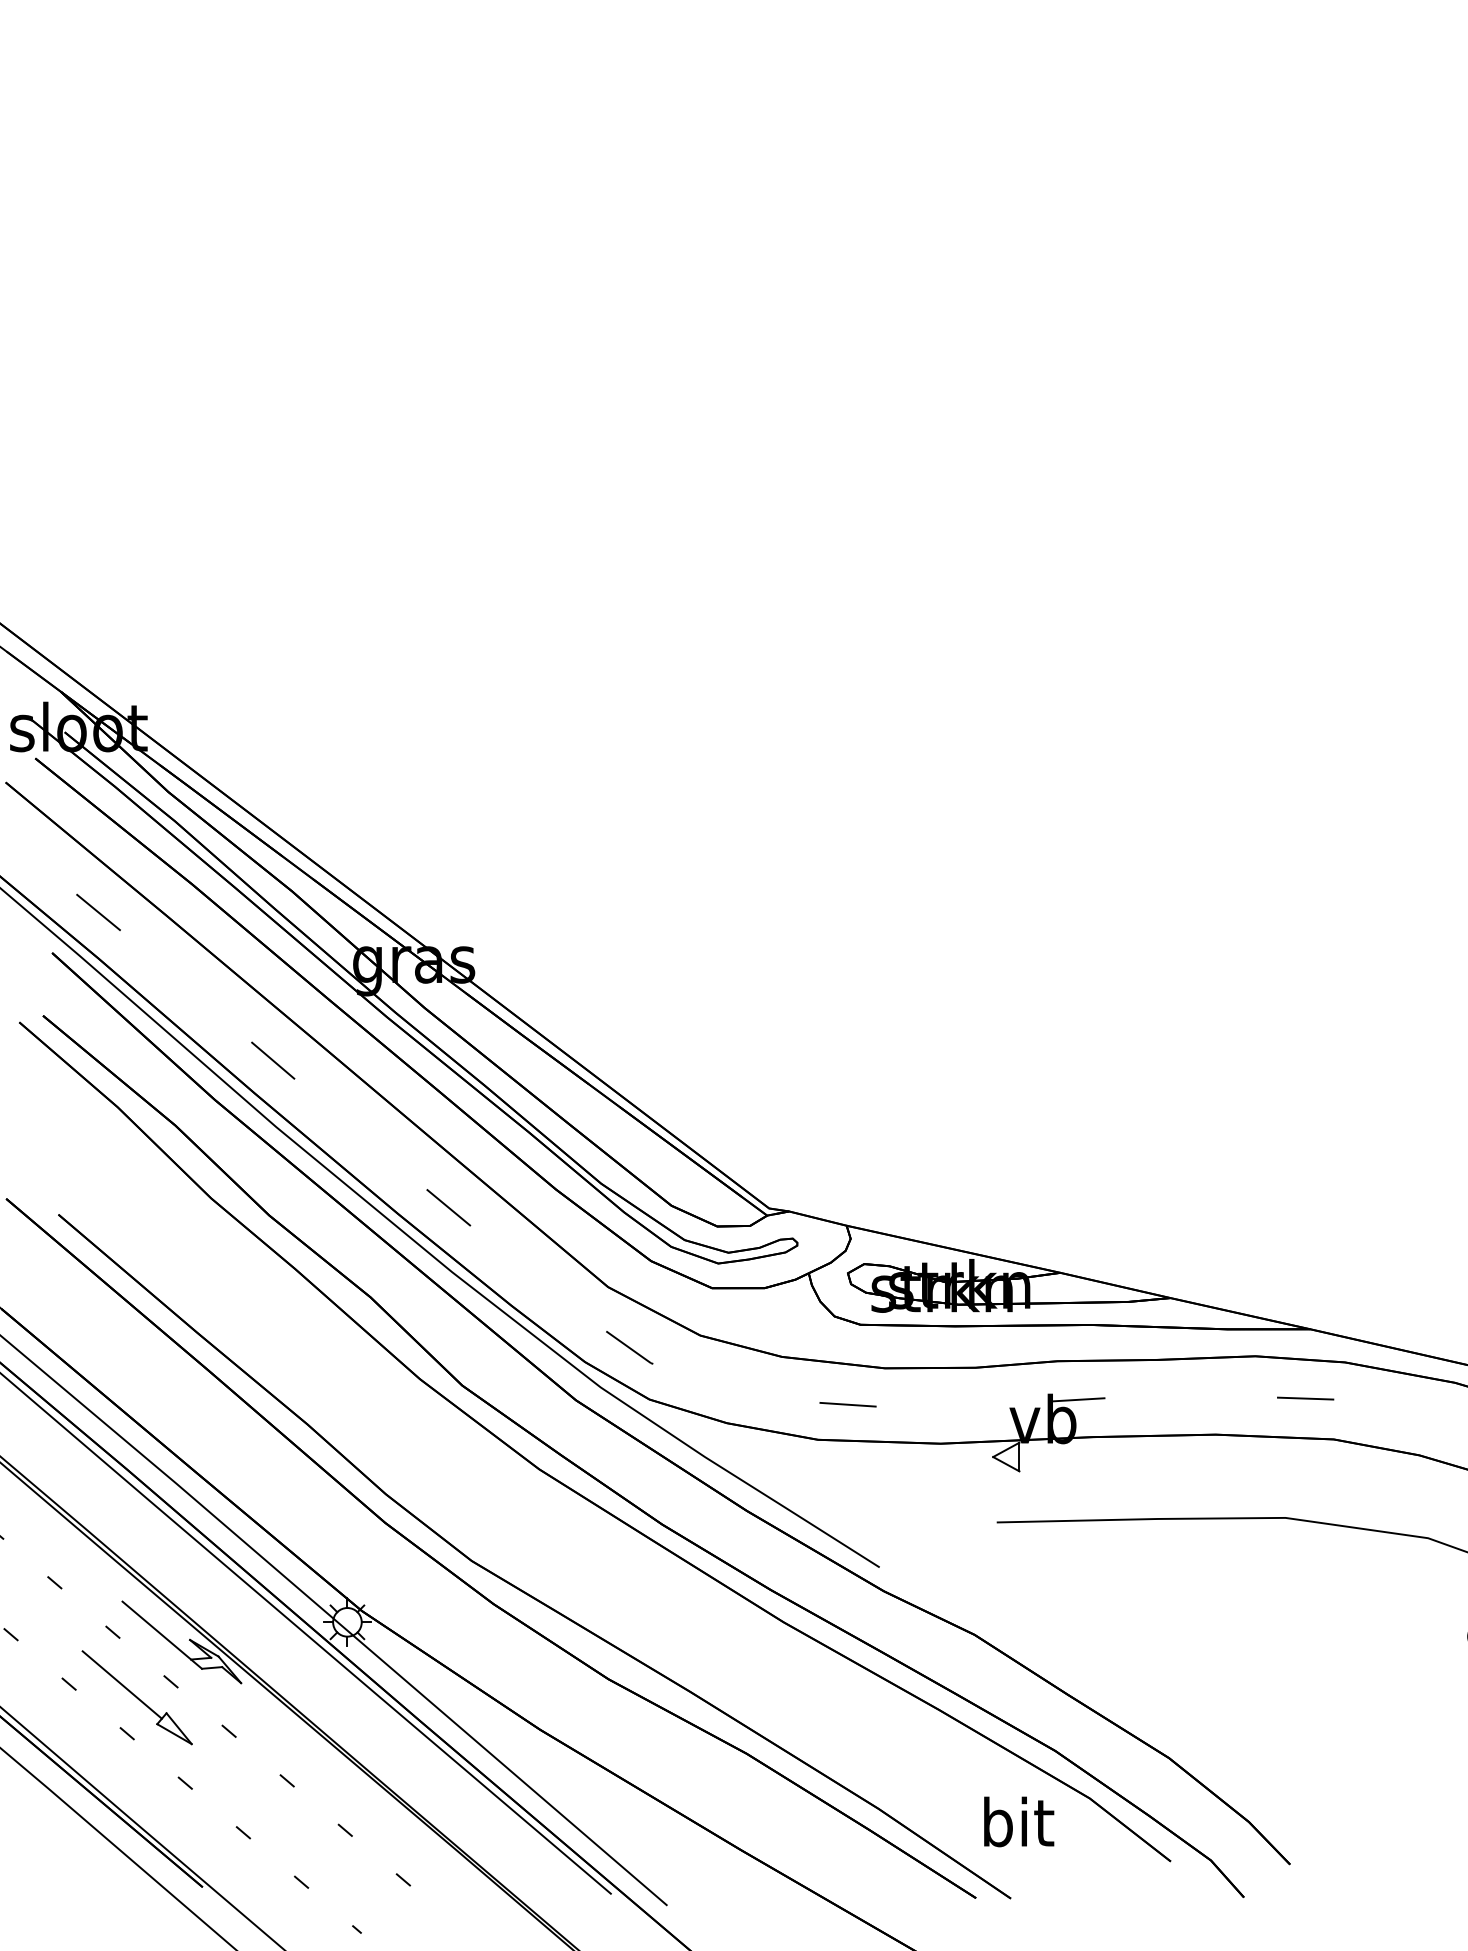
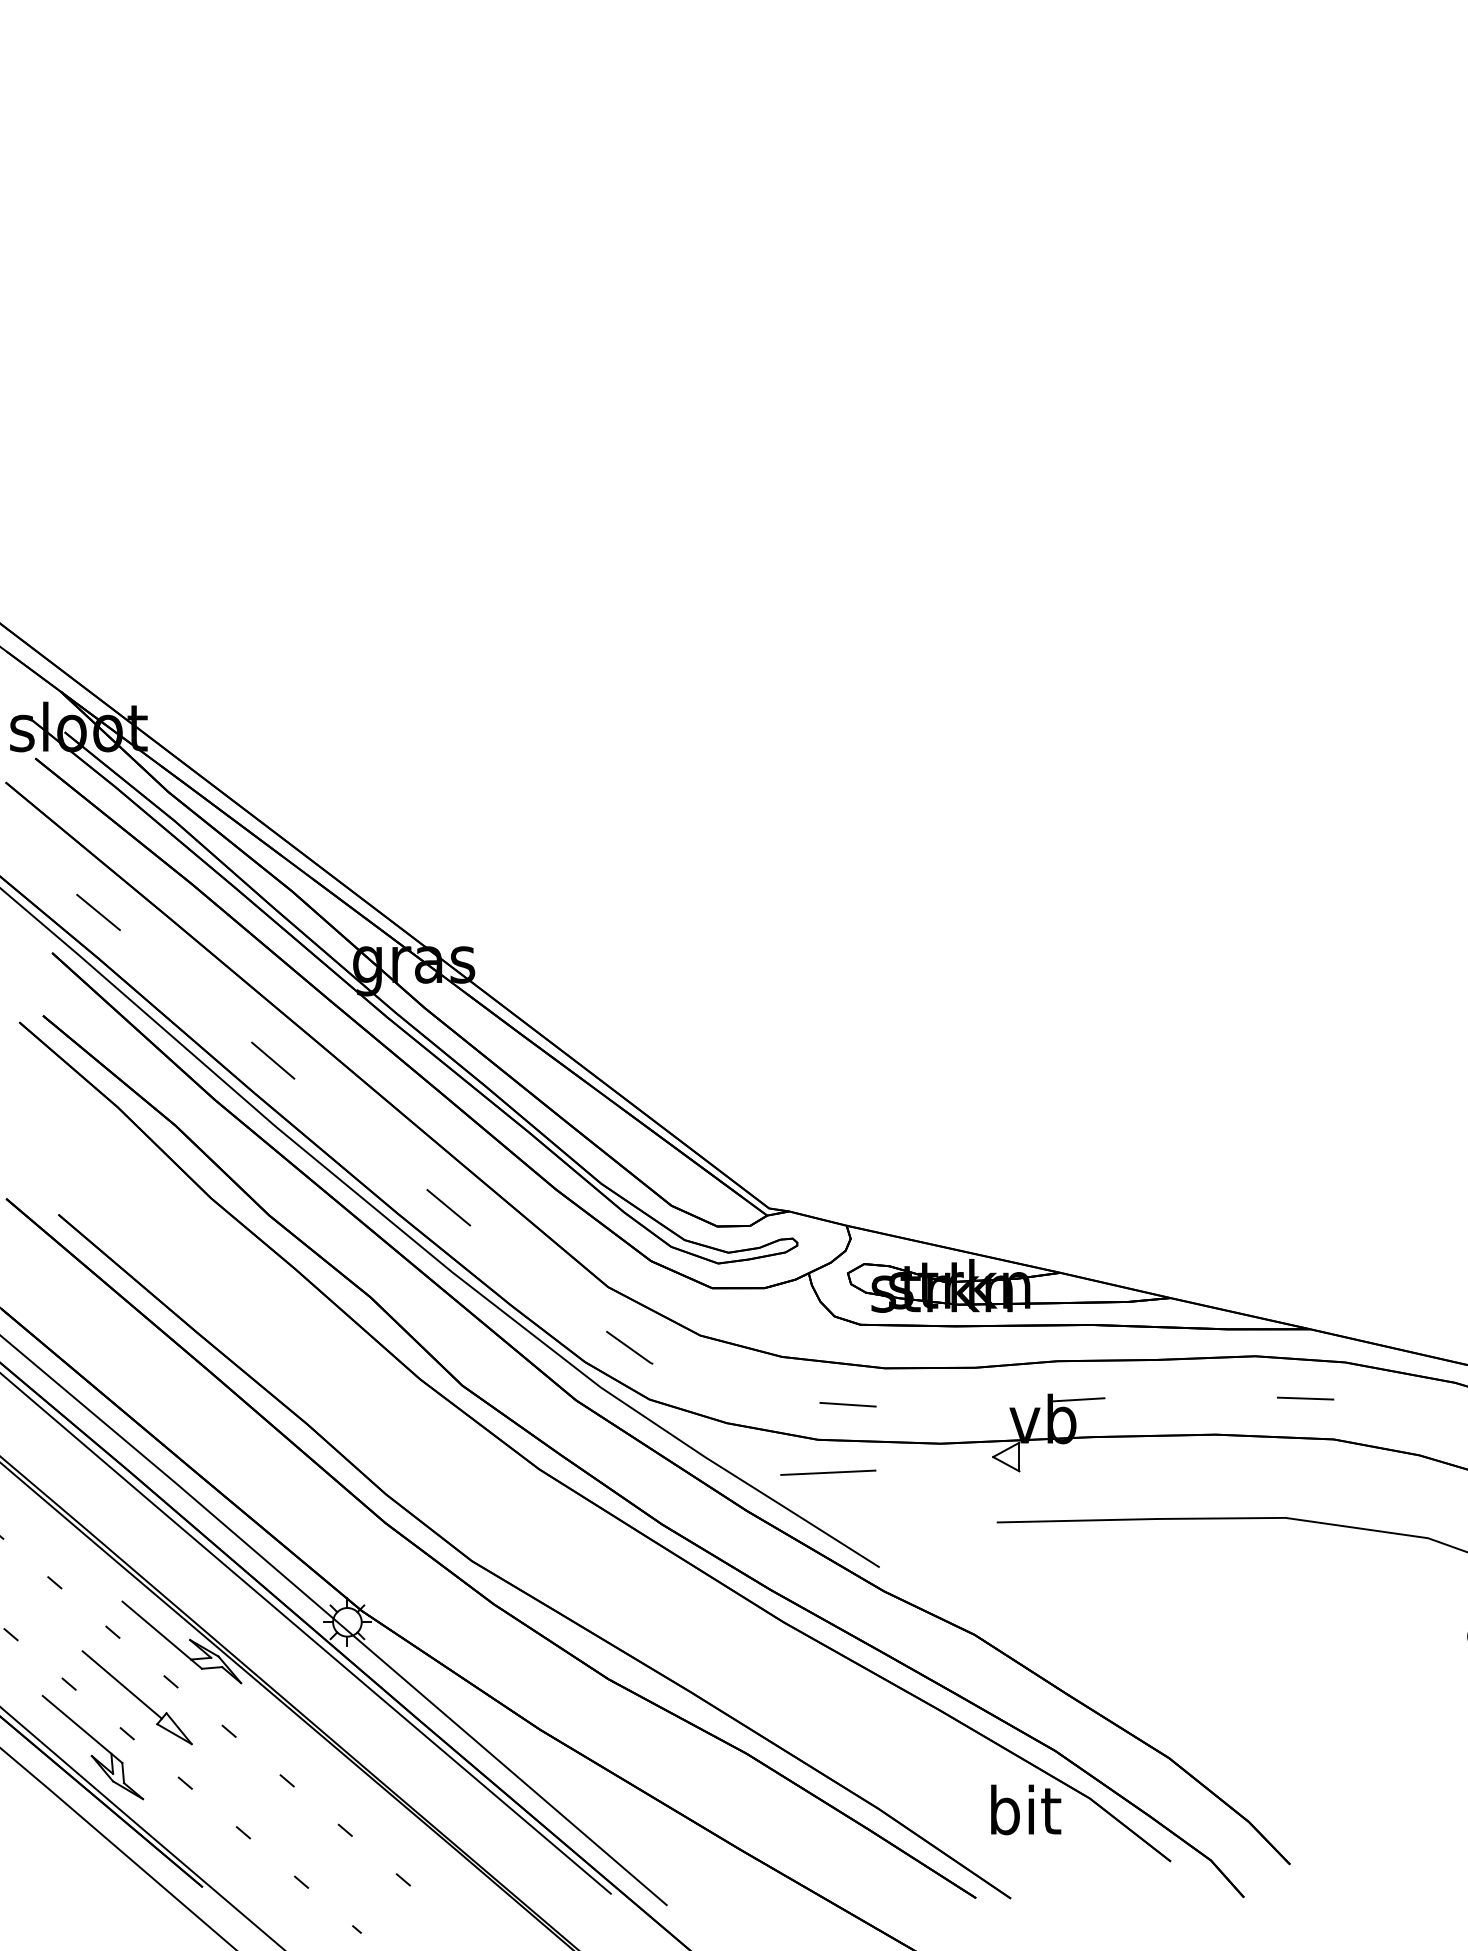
line at (828, 1472): none -> present
part at (96, 1742): none -> present
text at (1019, 1821) position: (1019, 1821) -> (1026, 1809)
